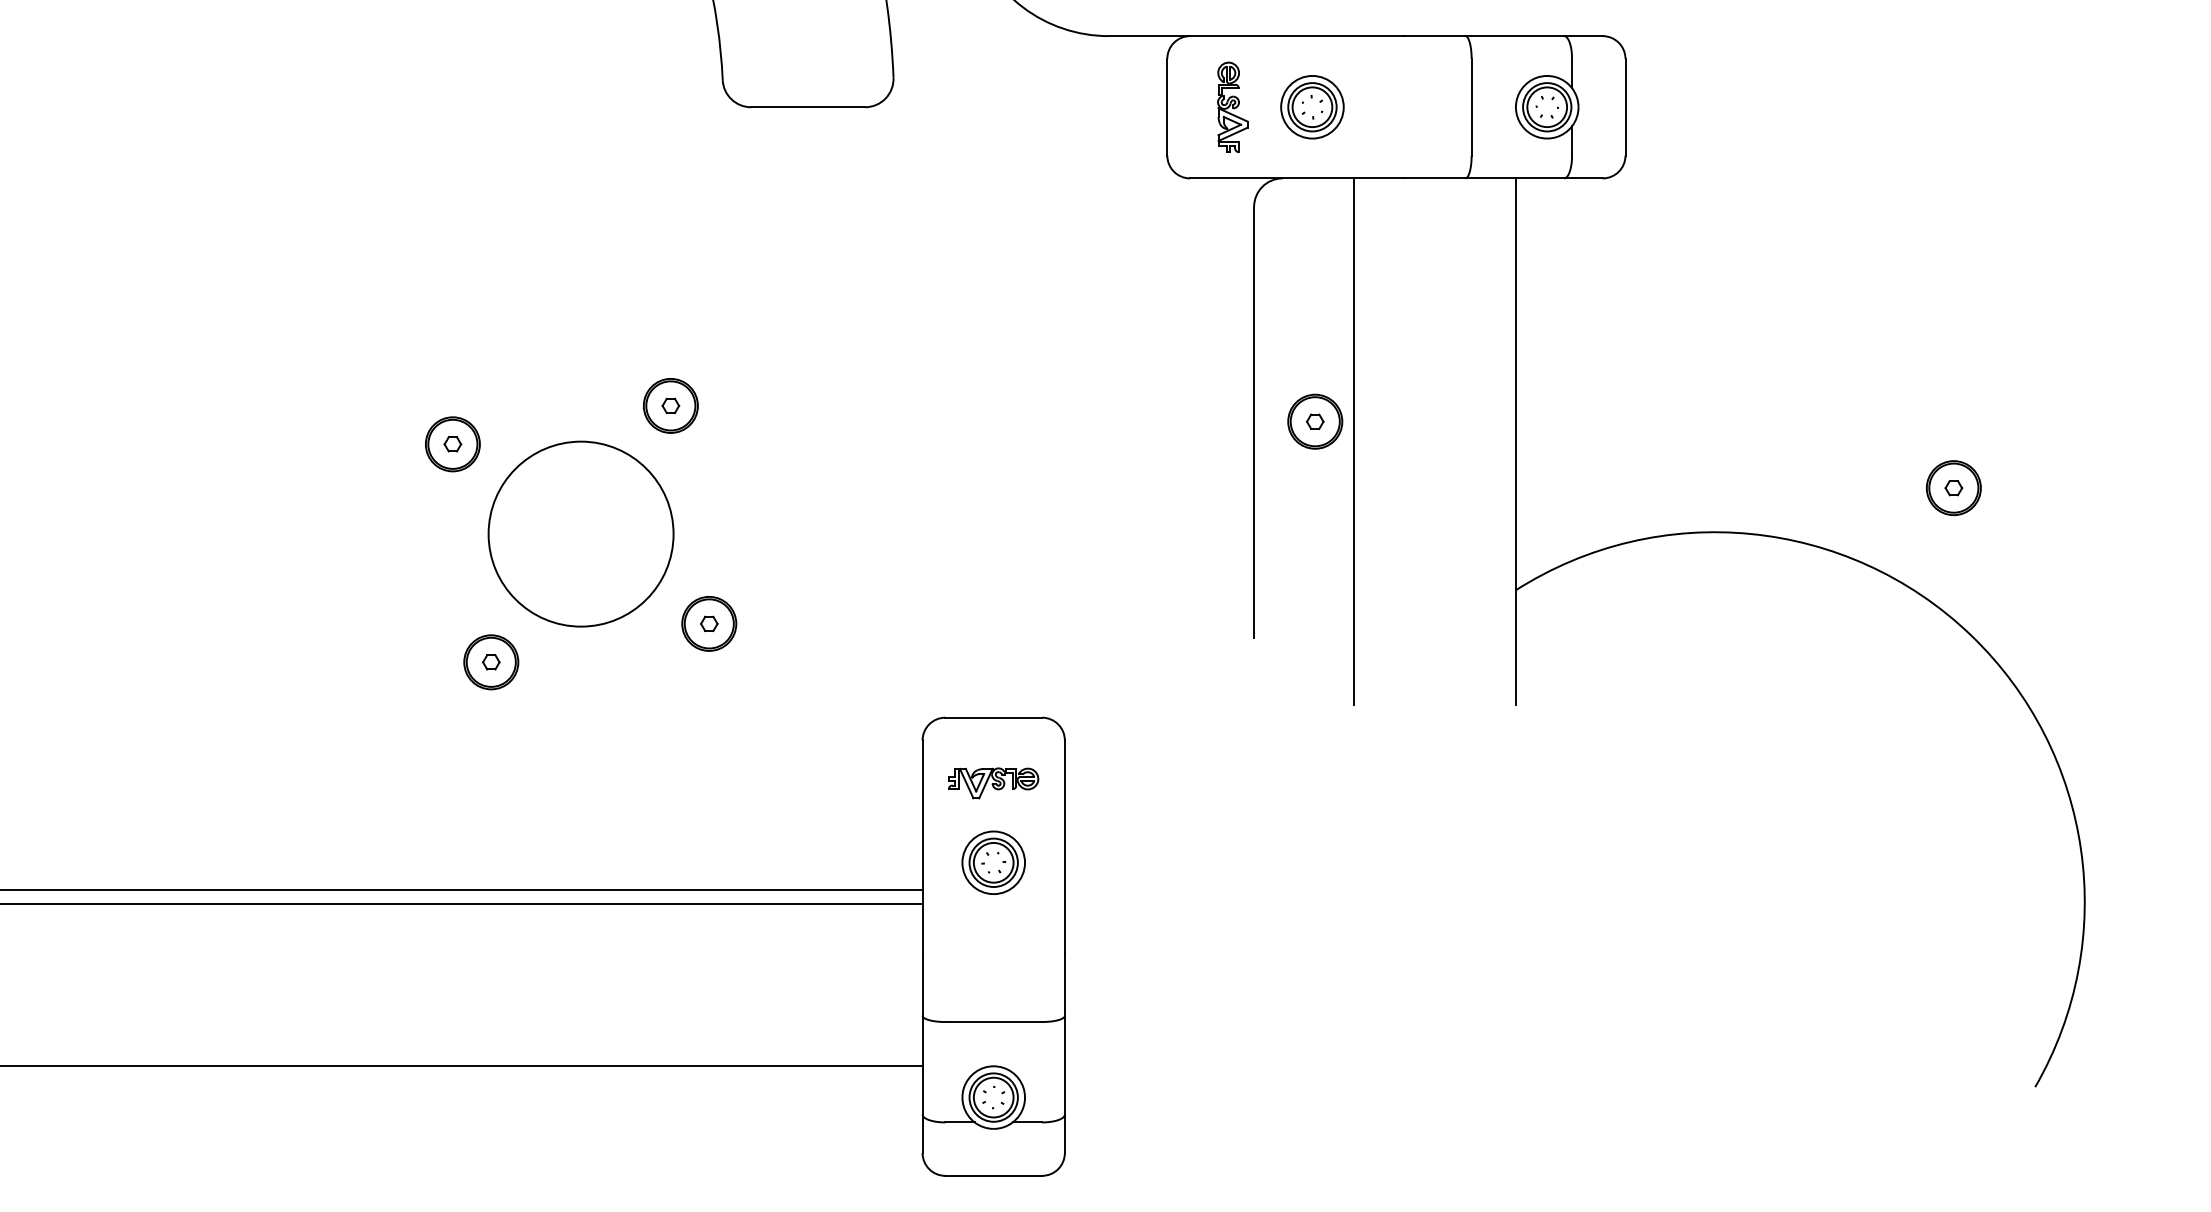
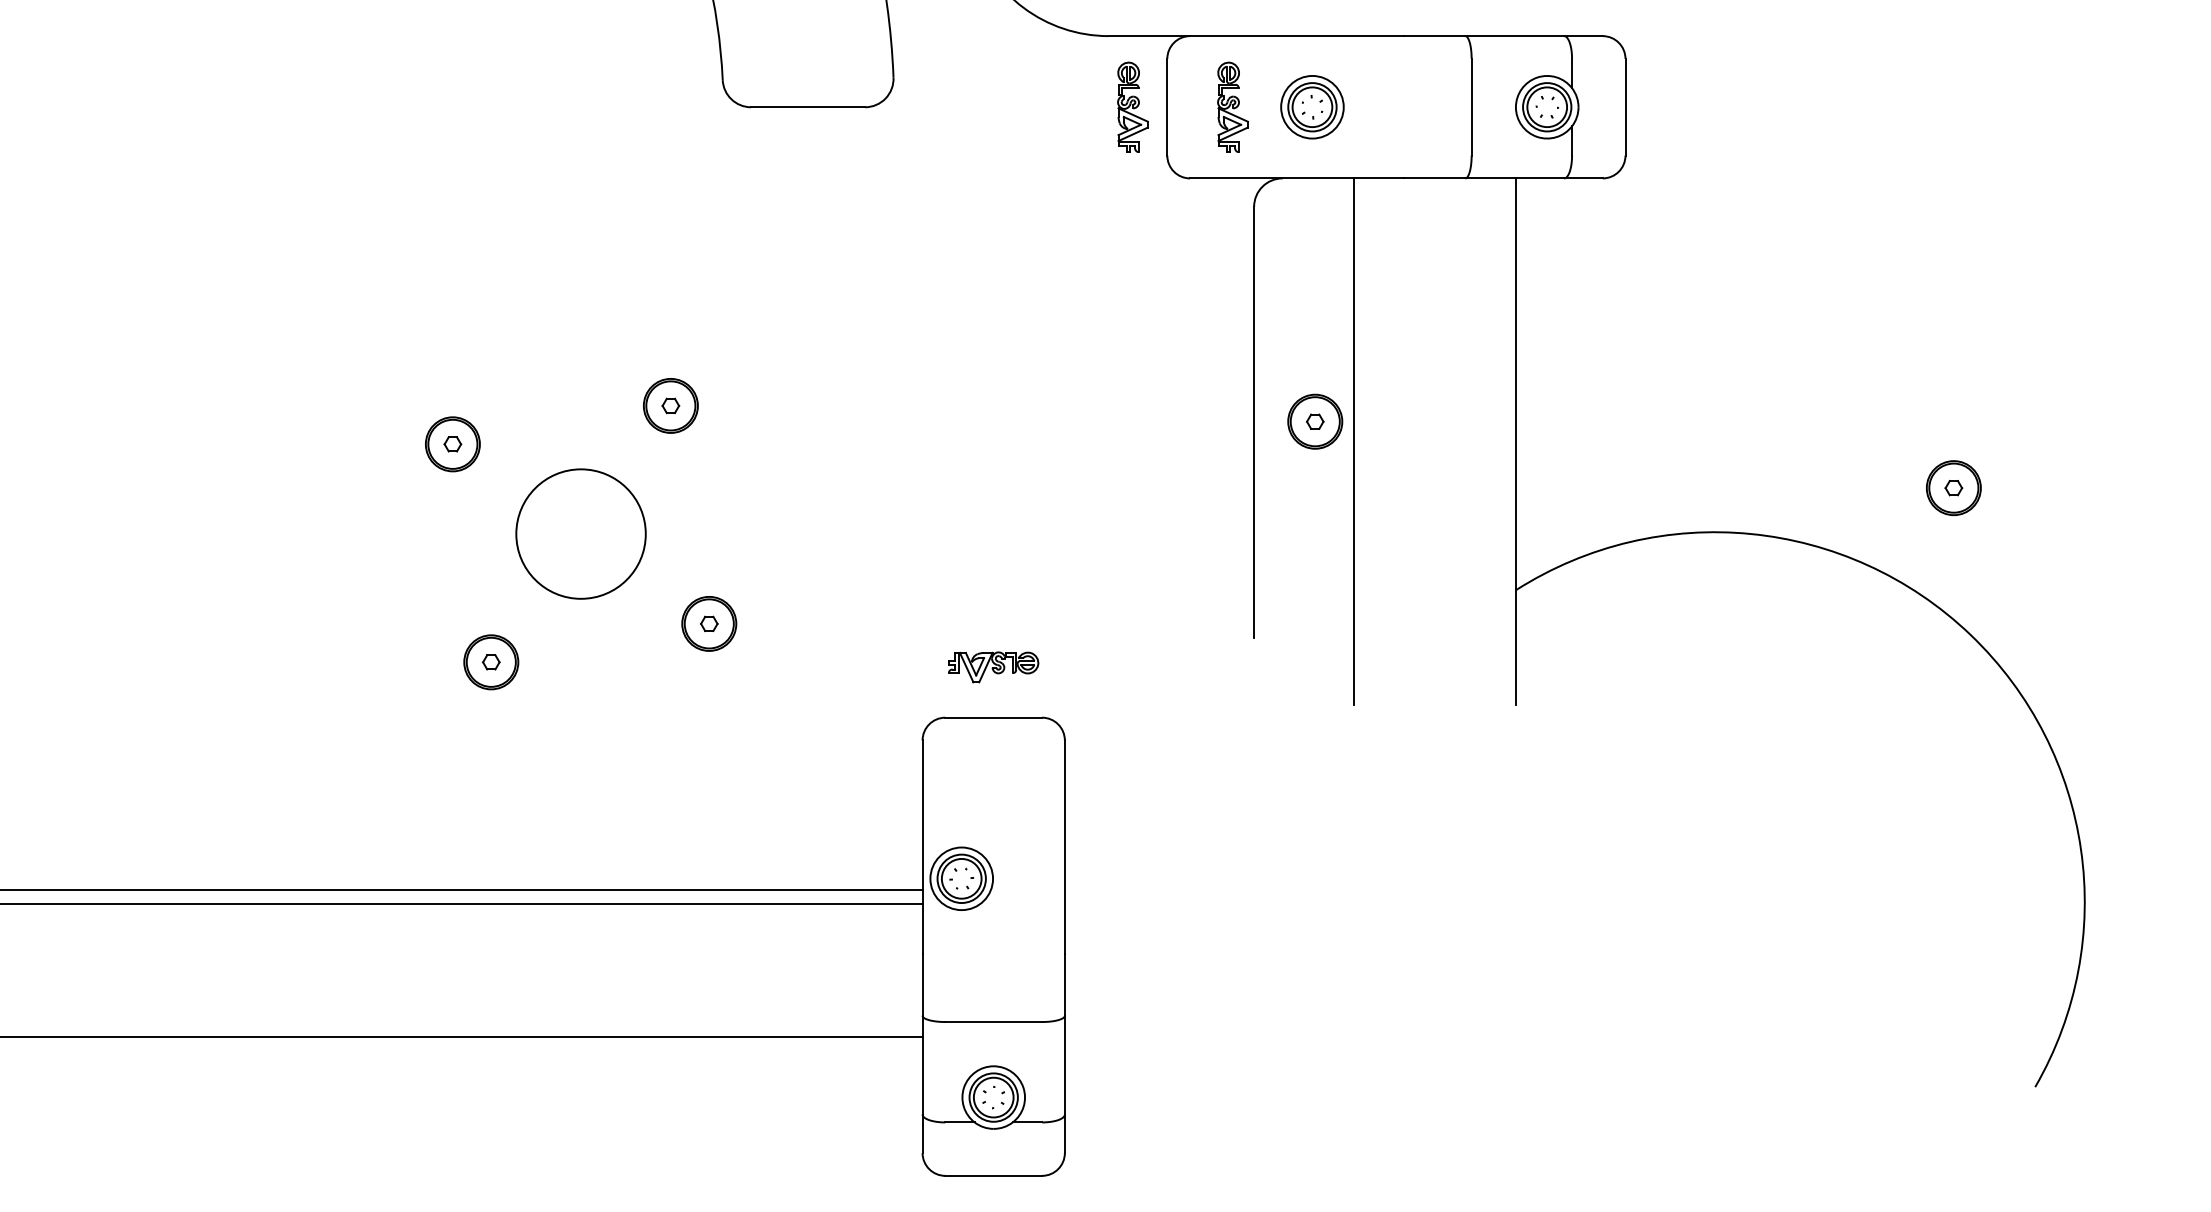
part at (1132, 106): none -> present
circle at (580, 533) size: 188x188 px -> 132x132 px
part at (993, 783) position: (993, 783) -> (993, 667)
part at (993, 862) position: (993, 862) -> (961, 878)
line at (462, 1066) position: (462, 1066) -> (462, 1037)
